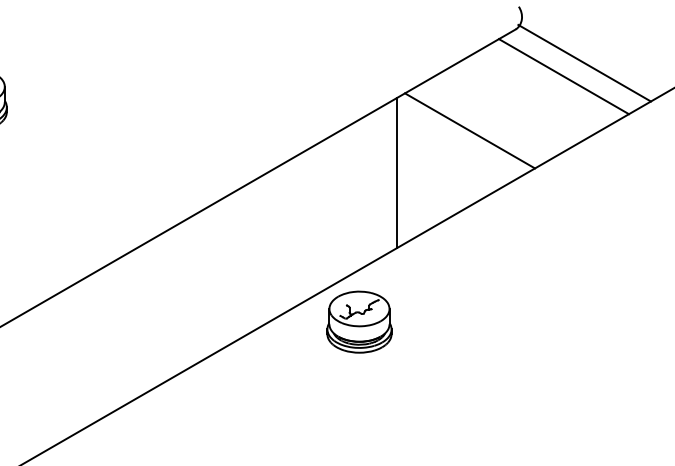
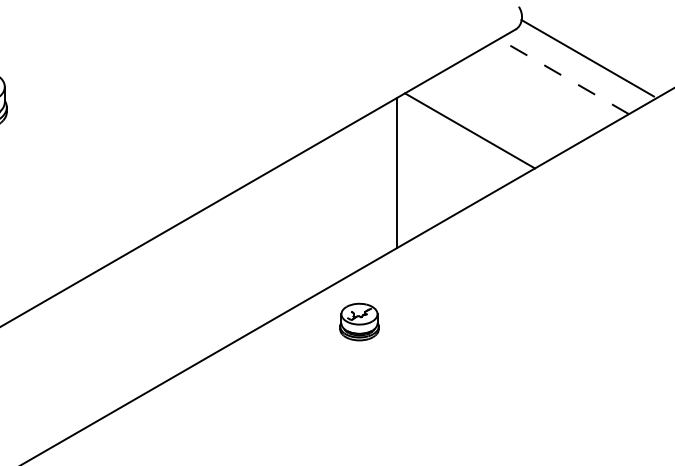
line at (584, 62) position: (584, 62) -> (587, 57)
line at (563, 76): solid -> dashed
part at (359, 321) size: 67x64 px -> 41x40 px
